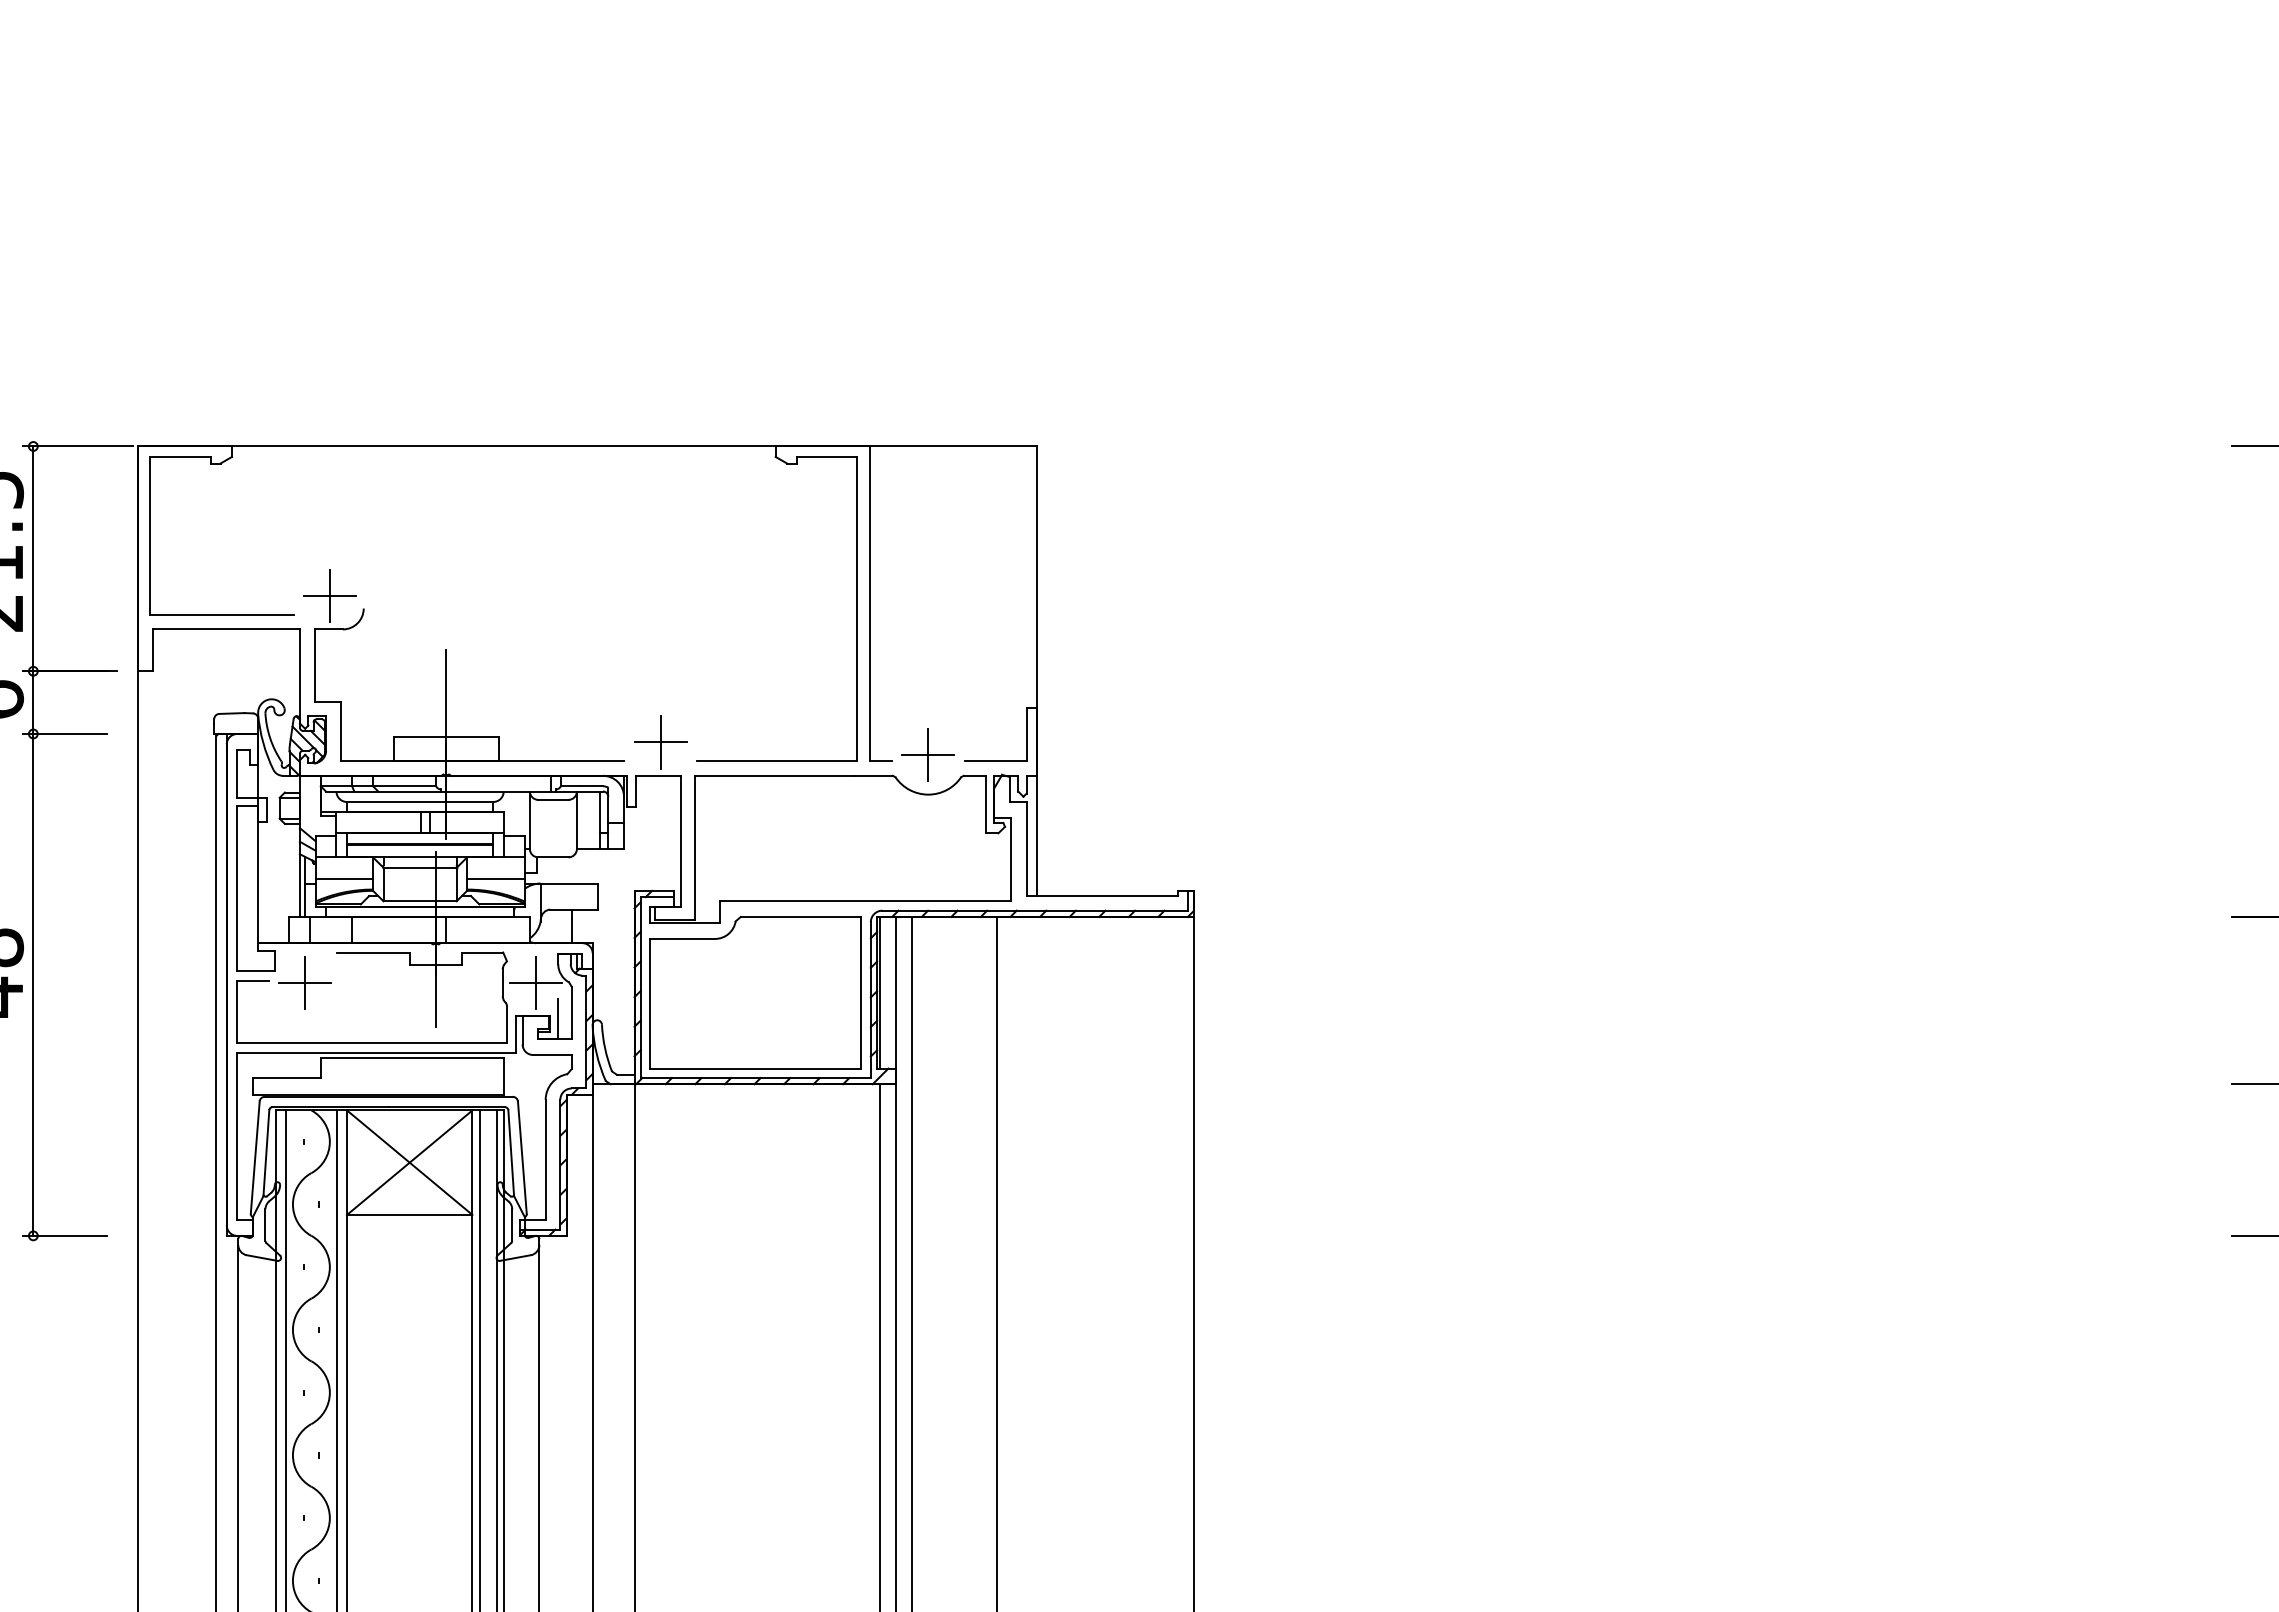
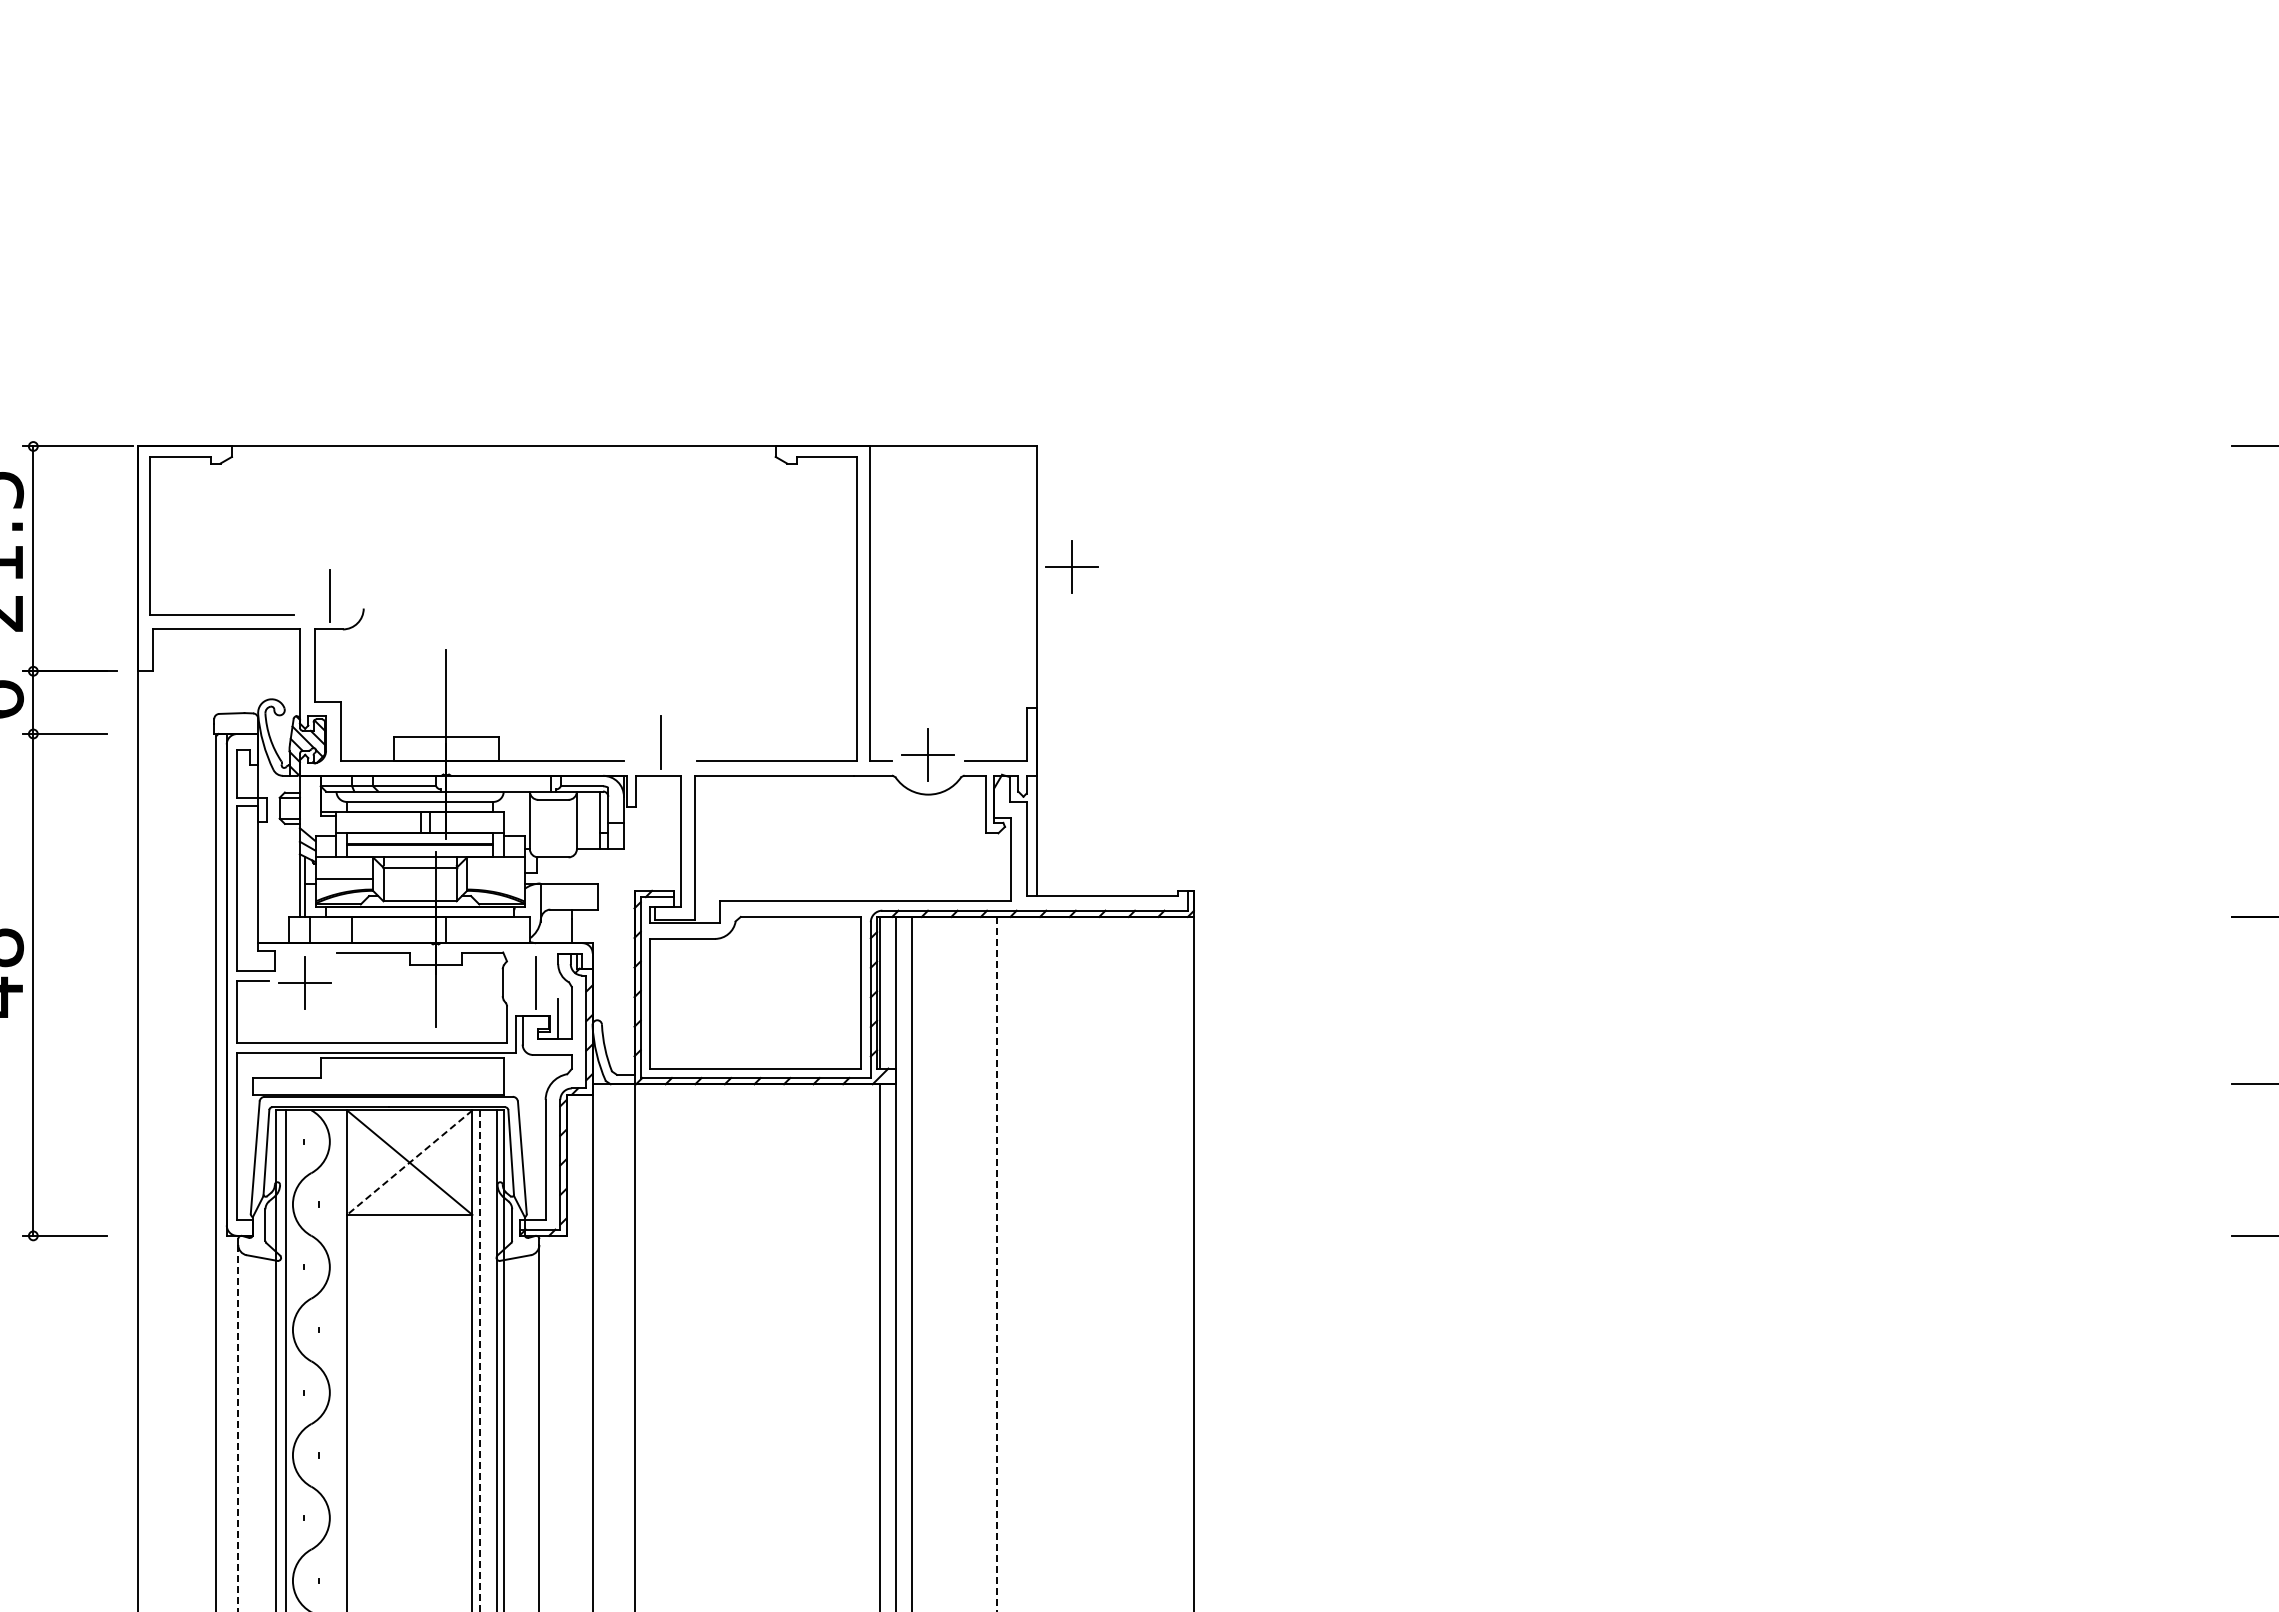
part at (1071, 566): none -> present
line at (330, 595): present -> none
line at (660, 742): present -> none
line at (495, 878): present -> none
line at (536, 982): present -> none
line at (409, 1162): solid -> dashed
line at (997, 1264): solid -> dashed
line at (336, 1359): present -> none
line at (479, 1361): solid -> dashed
line at (238, 1428): solid -> dashed
